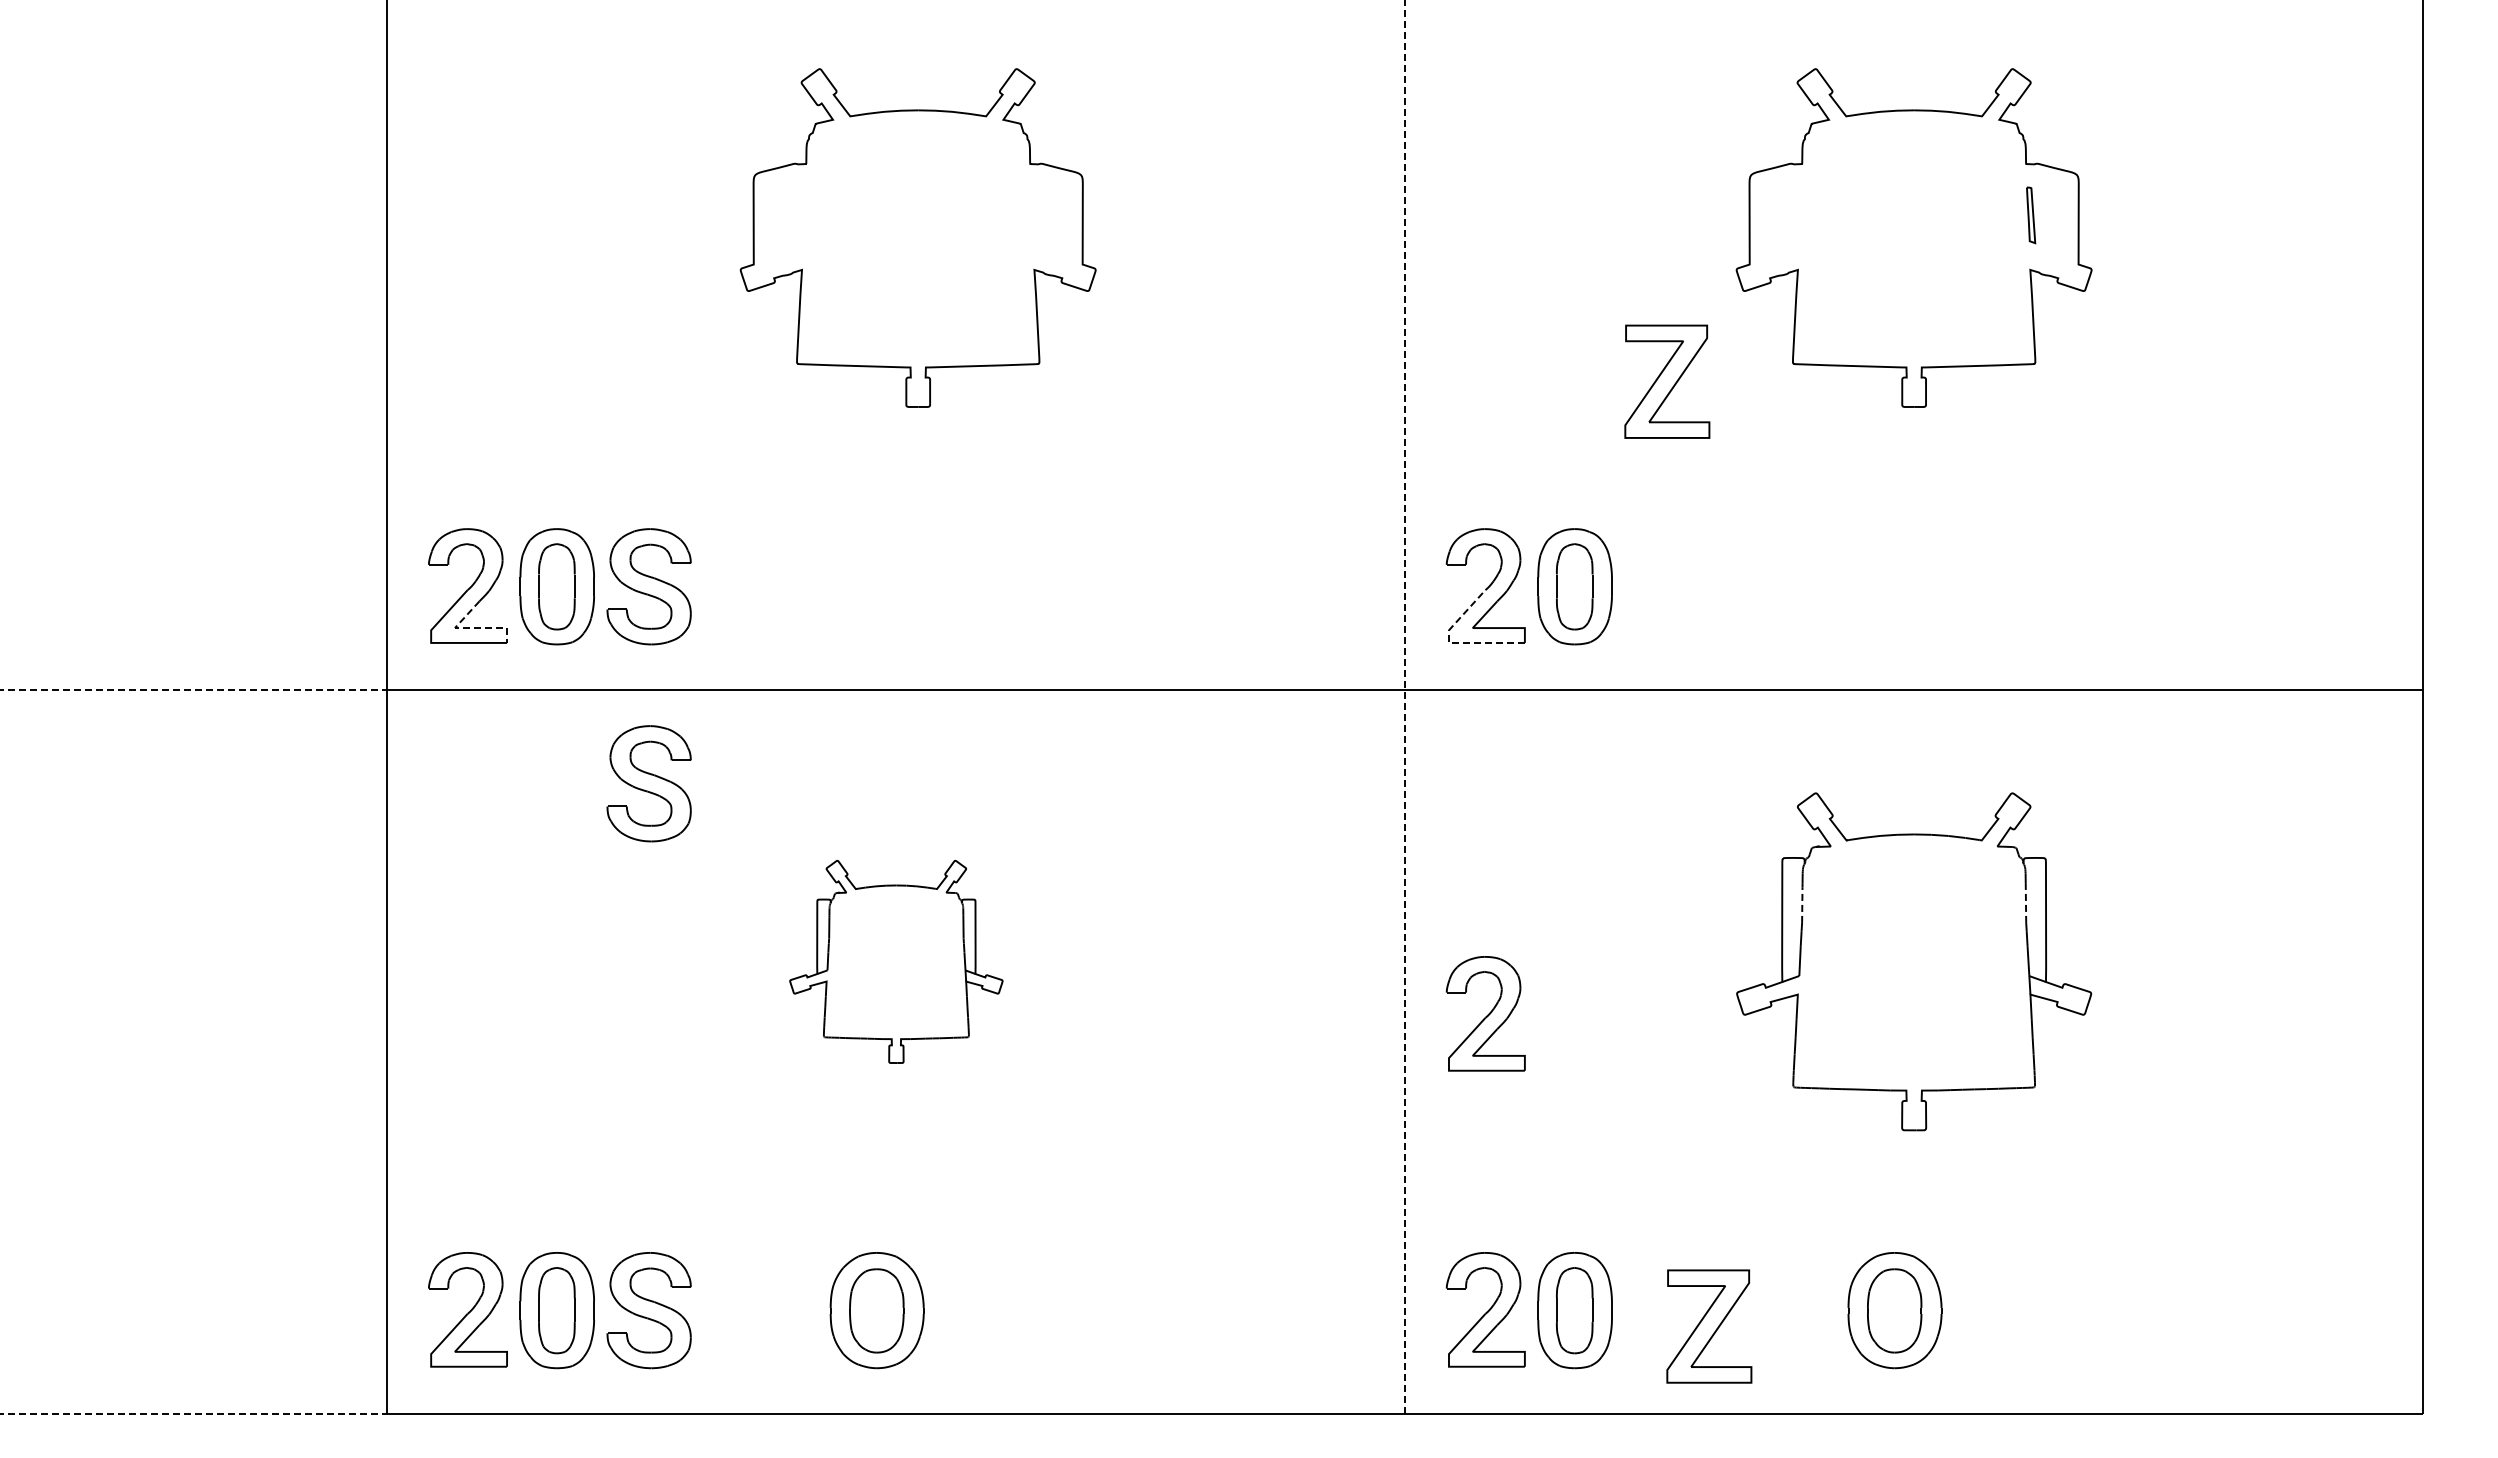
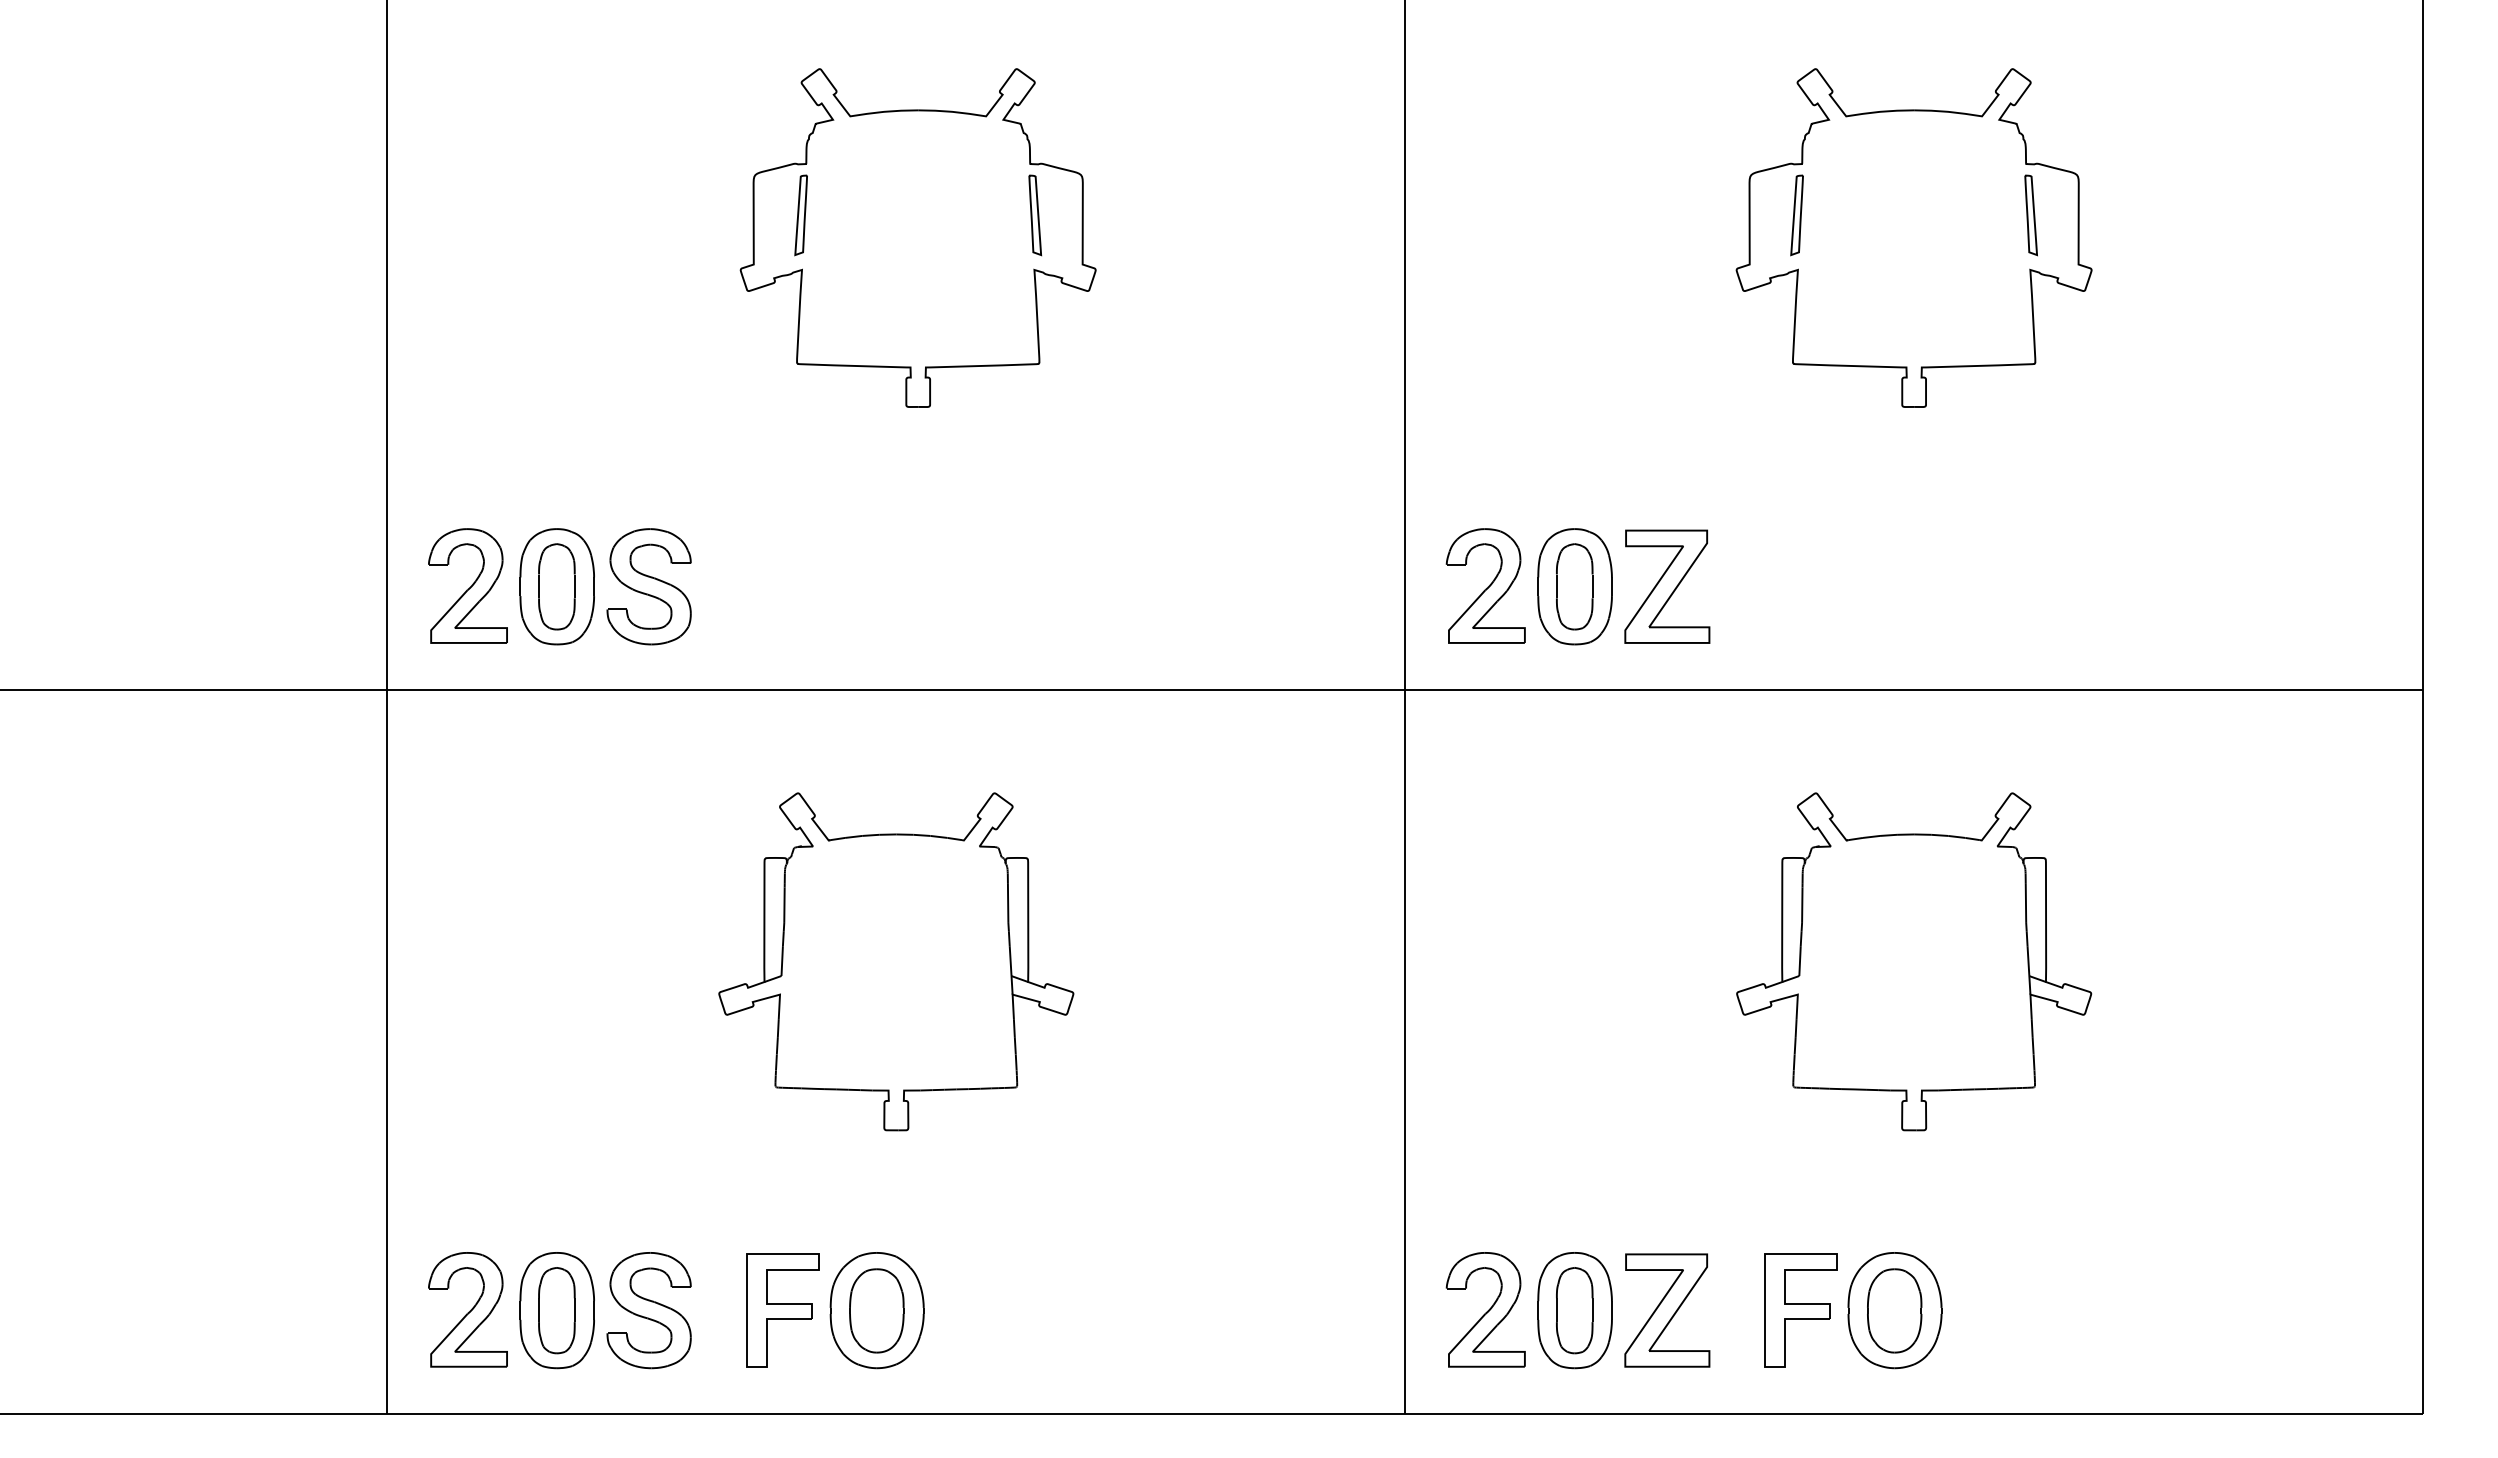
part at (800, 215): none -> present
part at (1035, 215): none -> present
part at (1796, 215): none -> present
part at (2031, 215) size: 11x59 px -> 14x83 px
part at (1667, 381) position: (1667, 381) -> (1667, 586)
line at (470, 628): dashed -> solid
line at (1451, 642): dashed -> solid
line at (194, 690): dashed -> solid
line at (1405, 707): dashed -> solid
part at (648, 783): present -> none
line at (2025, 903): dashed -> solid
line at (1802, 905): dashed -> solid
part at (896, 961) size: 215x205 px -> 357x340 px
part at (1485, 1013): present -> none
part at (782, 1310): none -> present
part at (1800, 1310): none -> present
part at (1709, 1326) position: (1709, 1326) -> (1667, 1310)
line at (194, 1414): dashed -> solid
